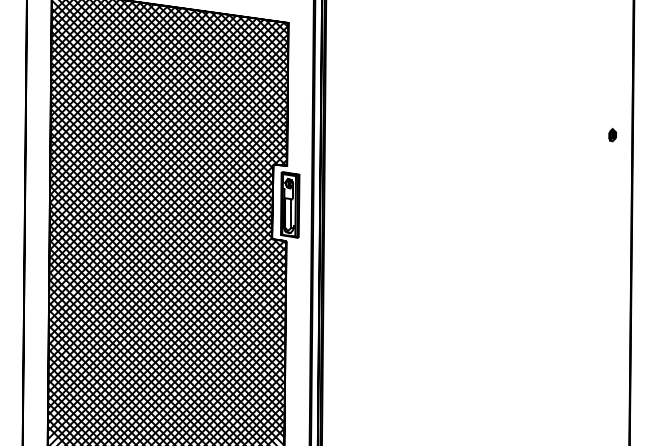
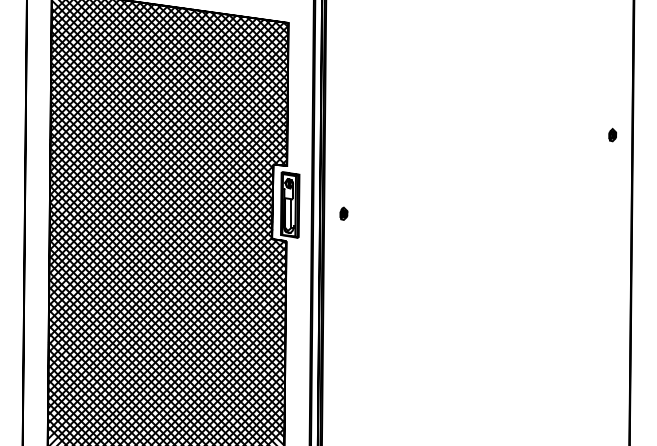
part at (343, 213): none -> present
